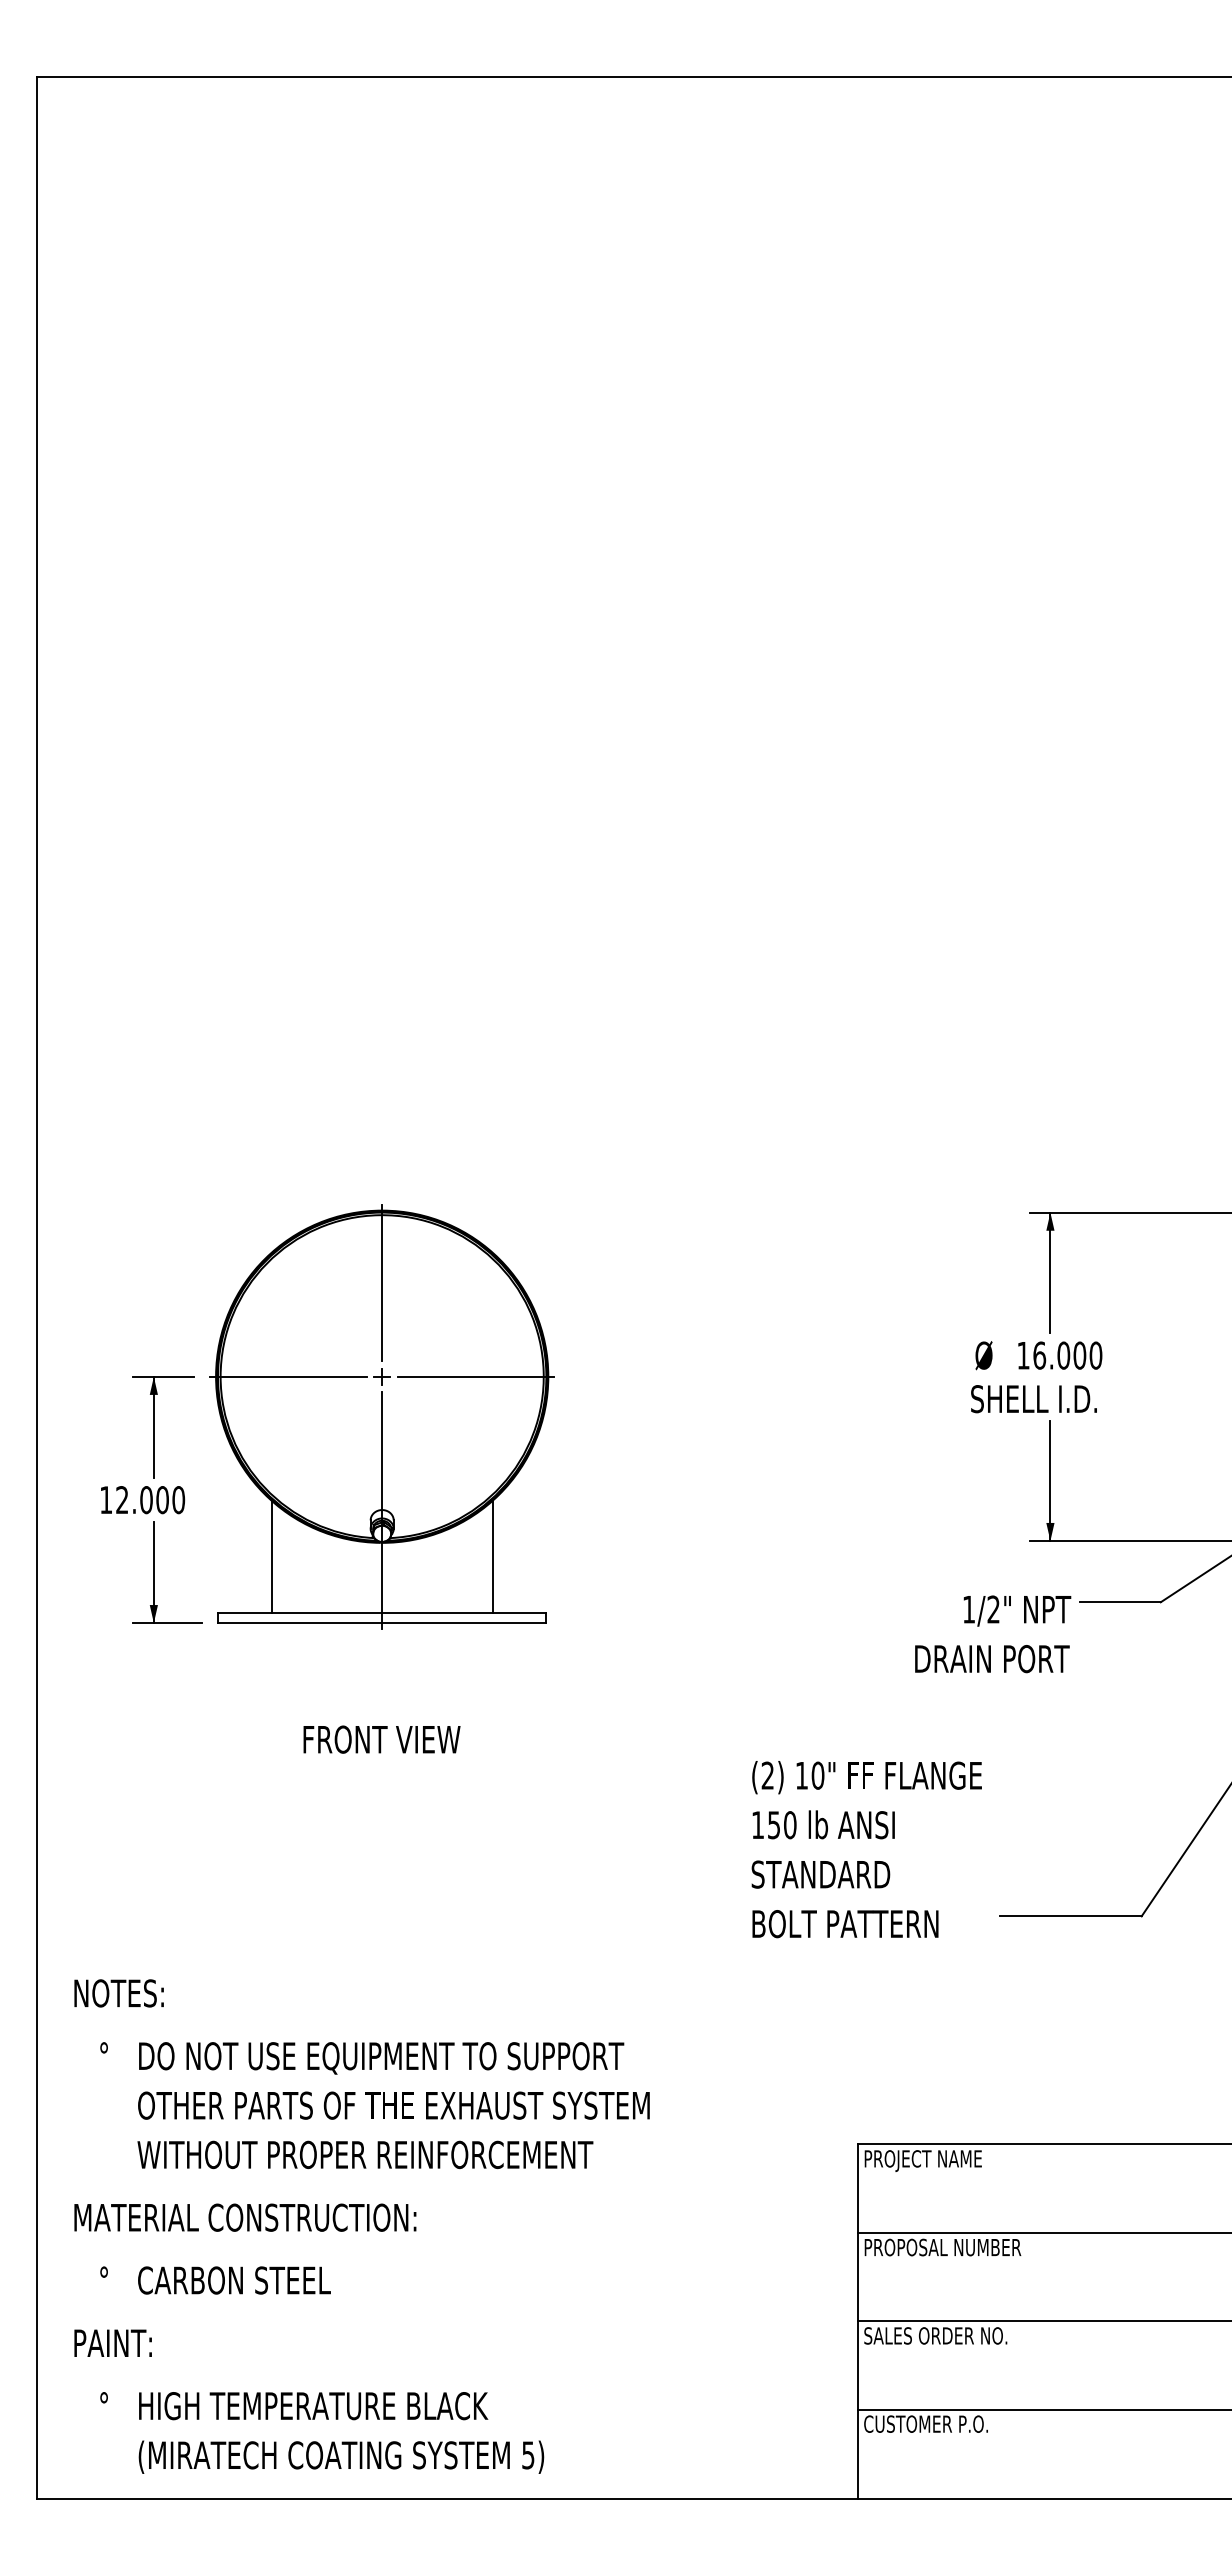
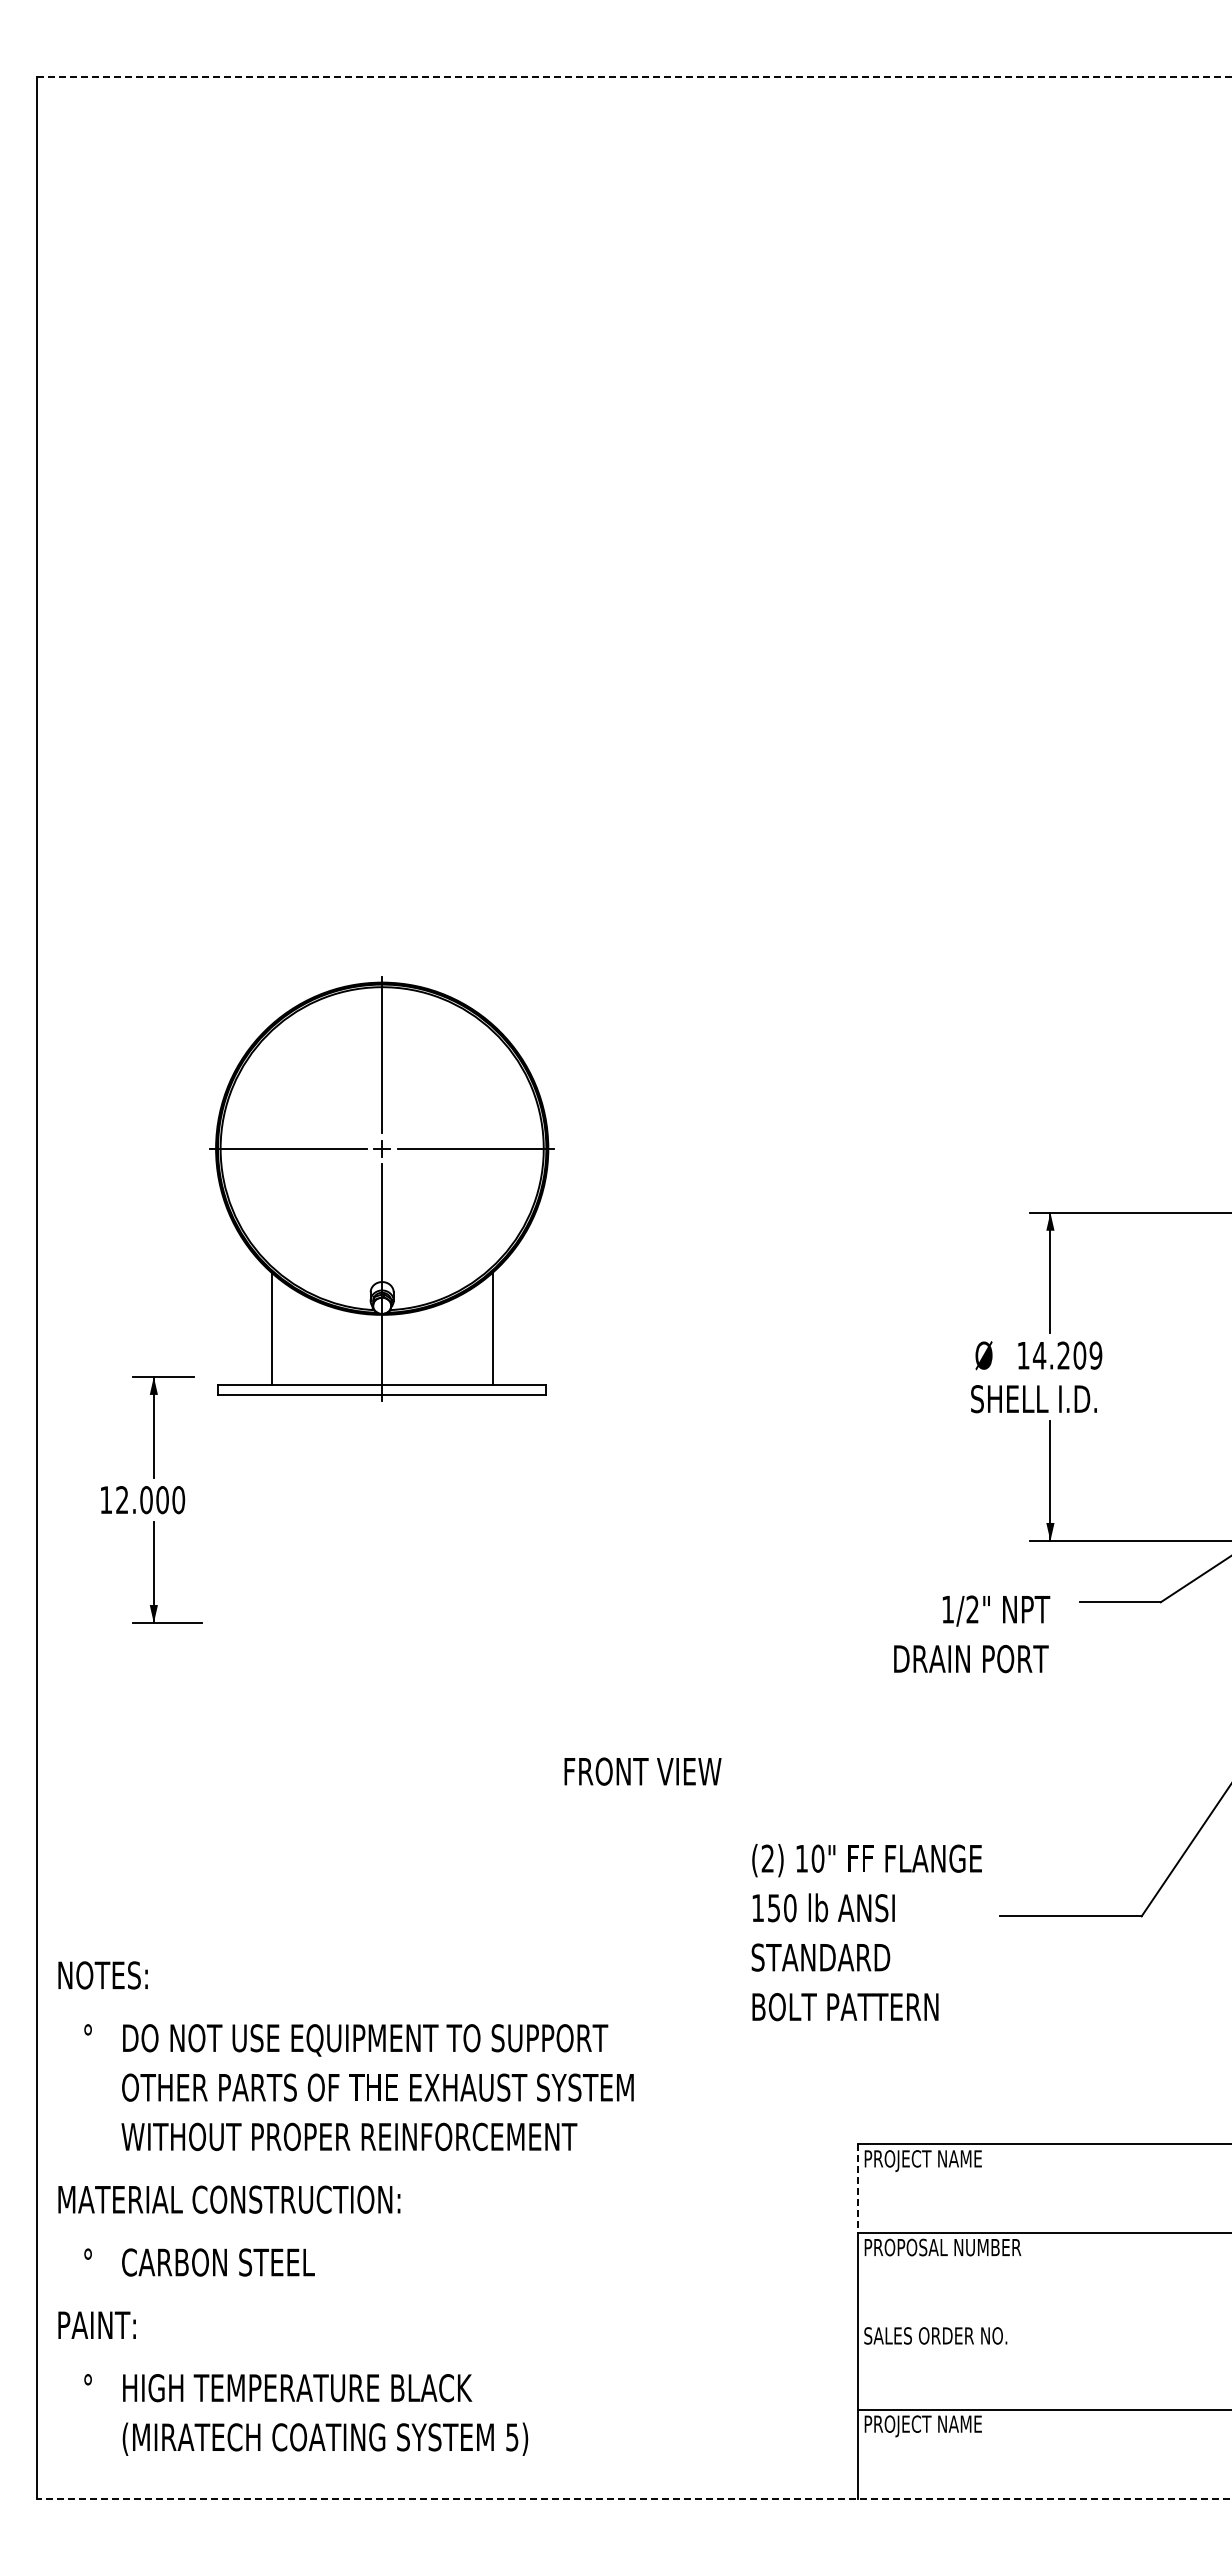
line at (634, 77): solid -> dashed
text at (1067, 1355): 16.000 -> 14.209
part at (381, 1416) position: (381, 1416) -> (381, 1188)
text at (993, 1634) position: (993, 1634) -> (972, 1634)
text at (381, 1739) position: (381, 1739) -> (642, 1771)
text at (866, 1849) position: (866, 1849) -> (866, 1932)
line at (857, 2188): solid -> dashed
text at (361, 2226) position: (361, 2226) -> (345, 2208)
line at (1042, 2321): present -> none
text at (925, 2426): CUSTOMER P.O. -> PROJECT NAME
line at (633, 2498): solid -> dashed
